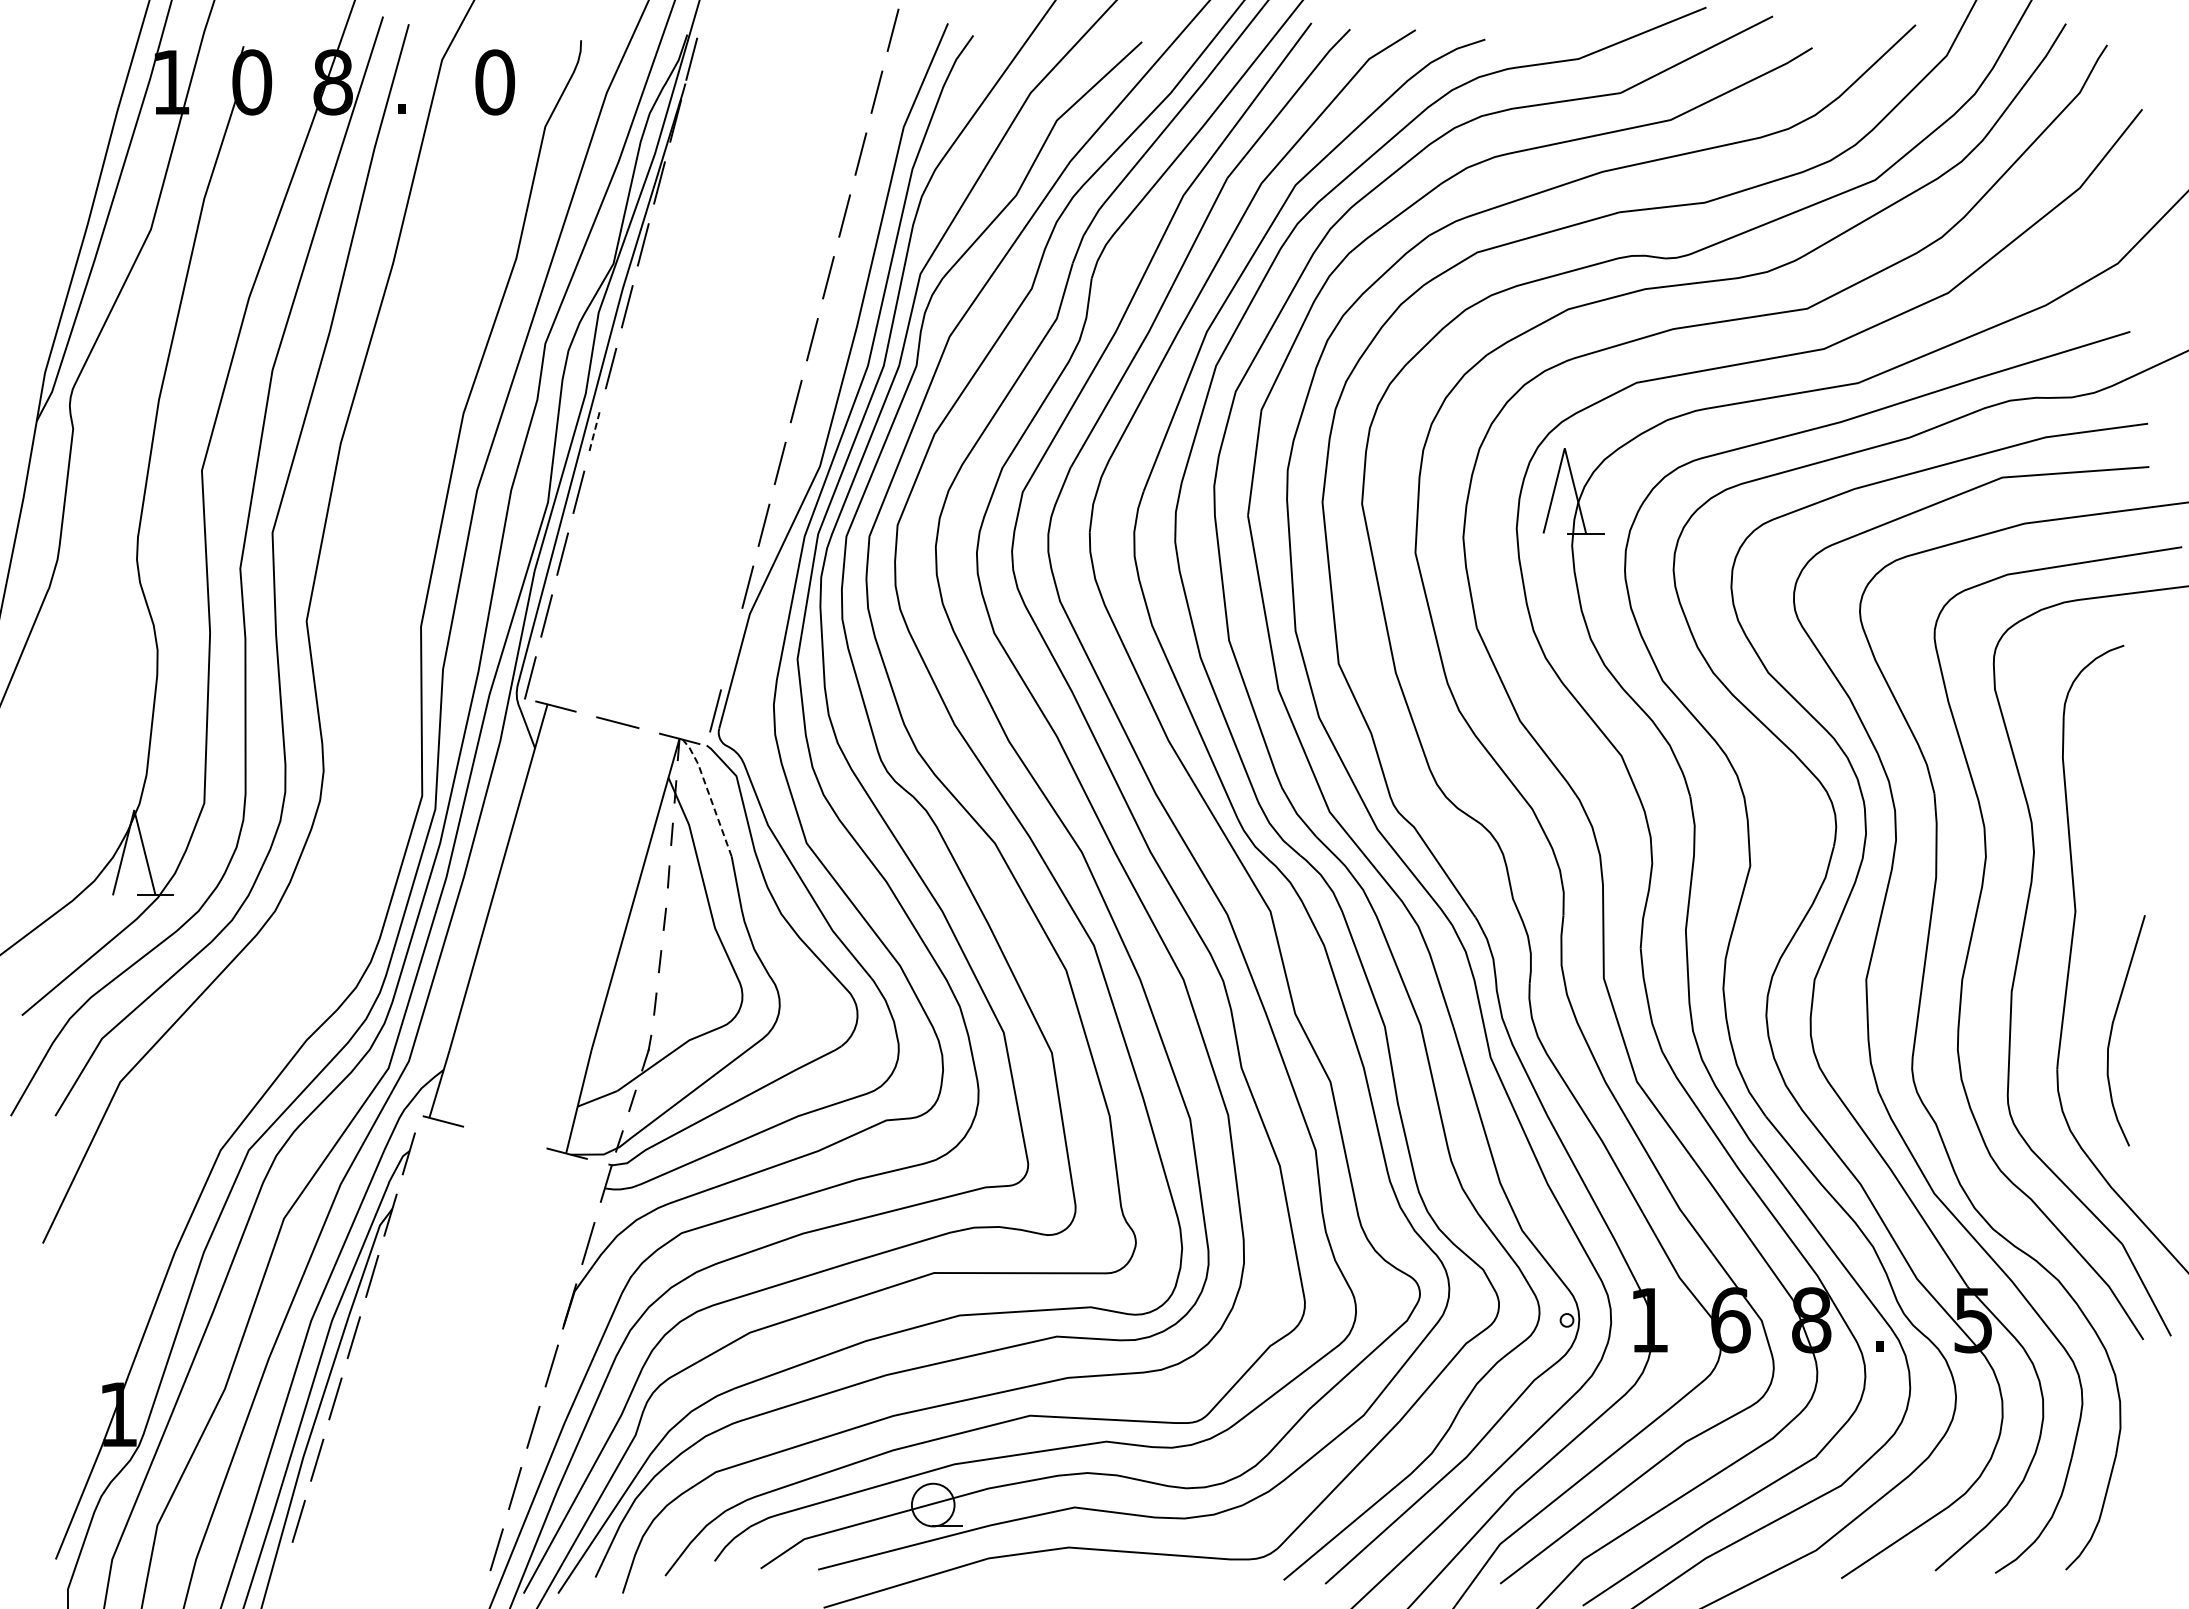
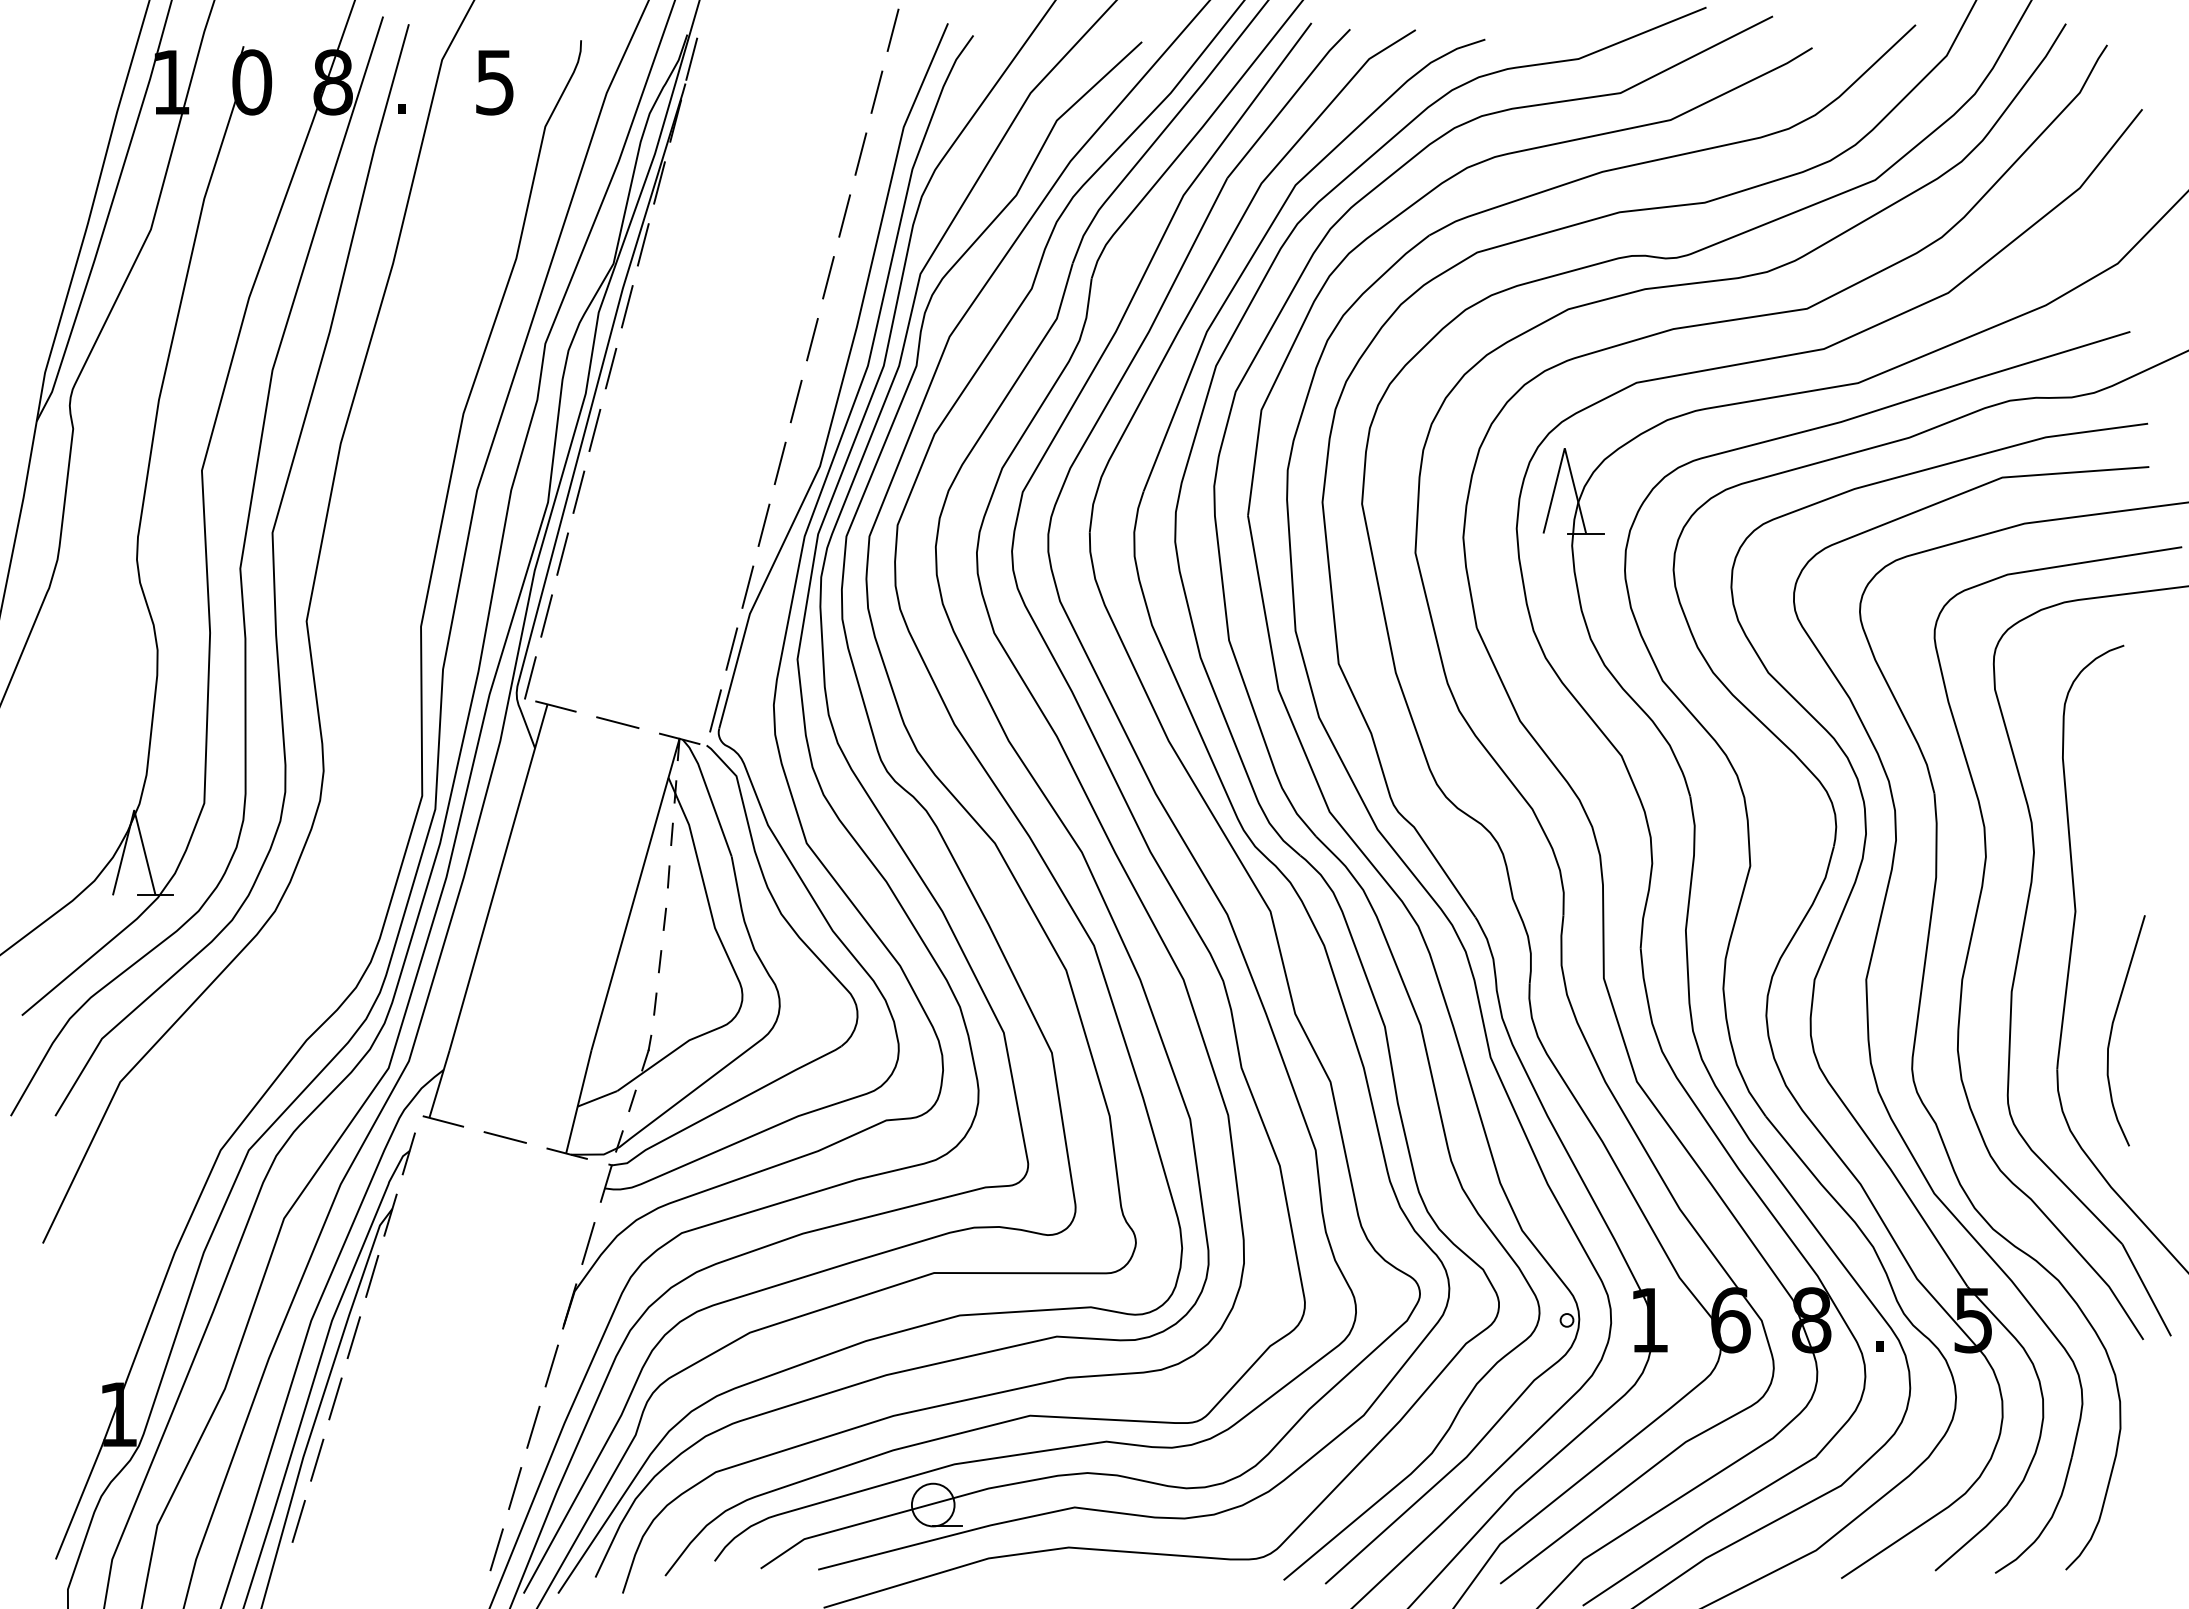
text at (495, 82): 0 -> 5
line at (595, 429): dashed -> solid
line at (731, 648): none -> present
line at (709, 794): dashed -> solid
line at (504, 1137): none -> present
